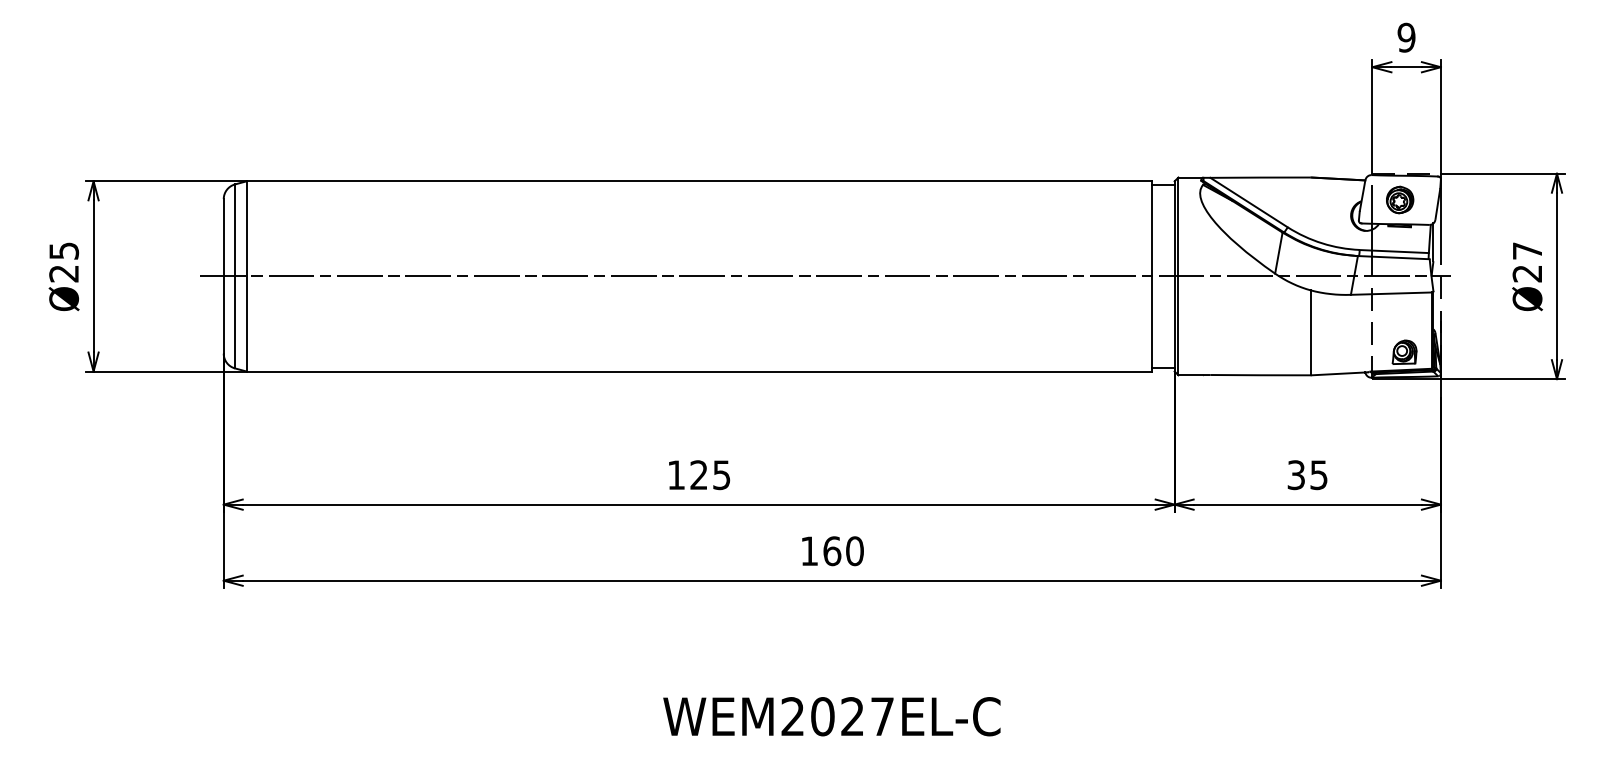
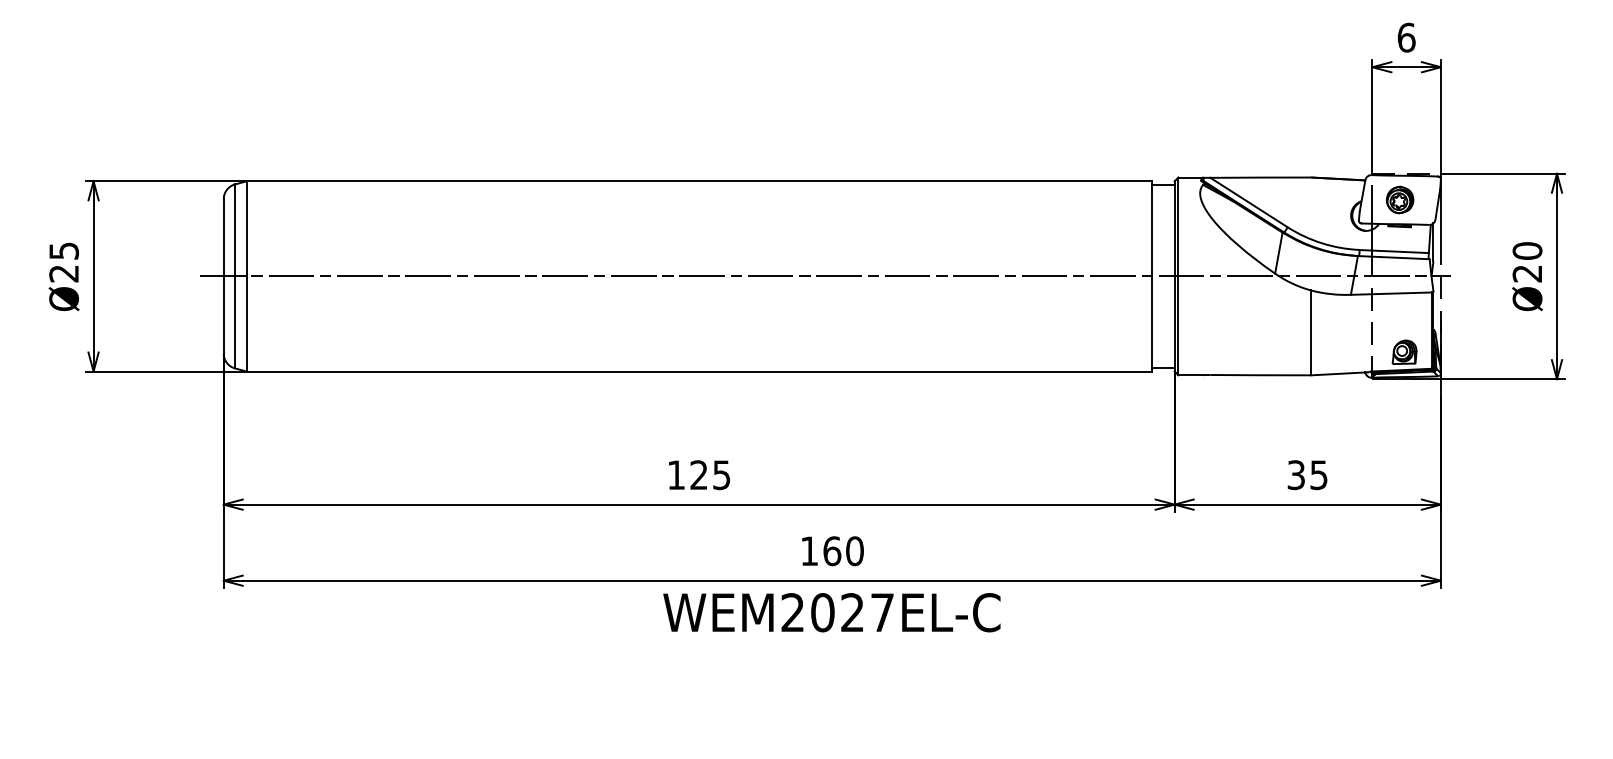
text at (1406, 37): 9 -> 6
text at (1527, 250): Ø27 -> Ø20
text at (831, 716) position: (831, 716) -> (831, 612)
